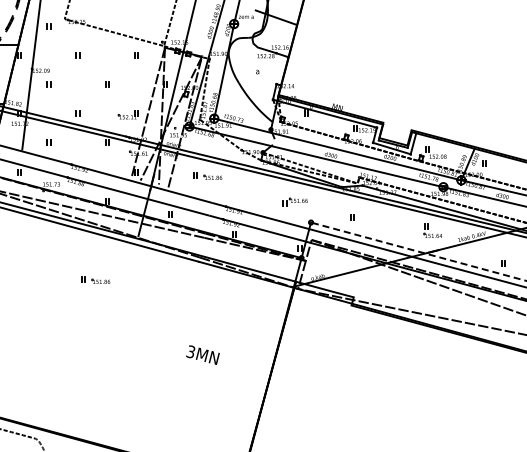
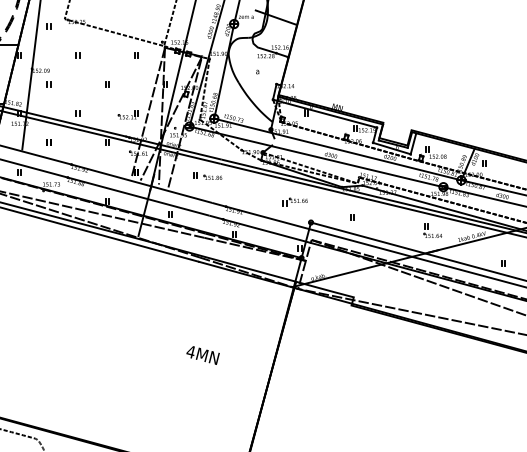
line at (418, 251): dashed -> solid
part at (95, 279): present -> none
text at (190, 351): 3MN -> 4MN
